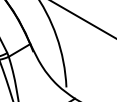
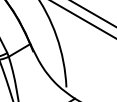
line at (93, 13): none -> present
